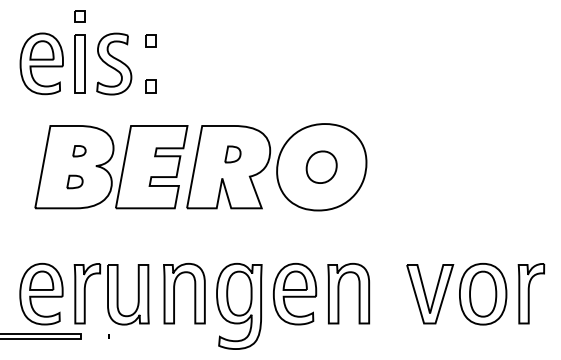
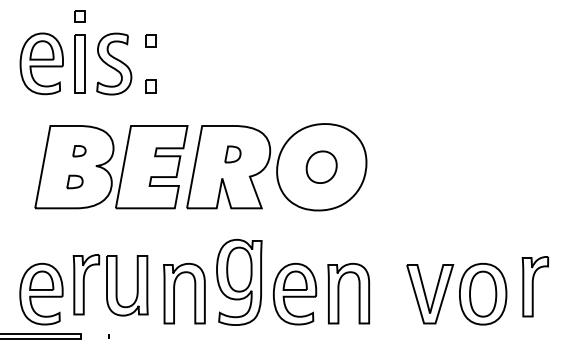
part at (531, 293) position: (531, 293) -> (535, 286)
part at (111, 294) position: (111, 294) -> (110, 285)
part at (239, 306) position: (239, 306) -> (239, 282)
